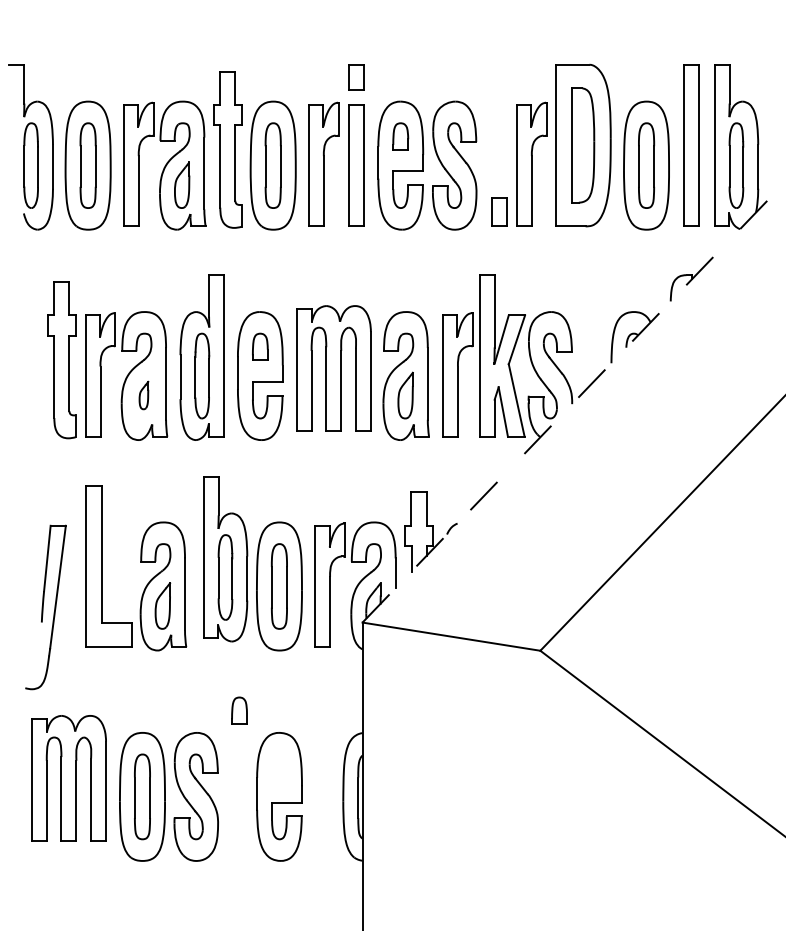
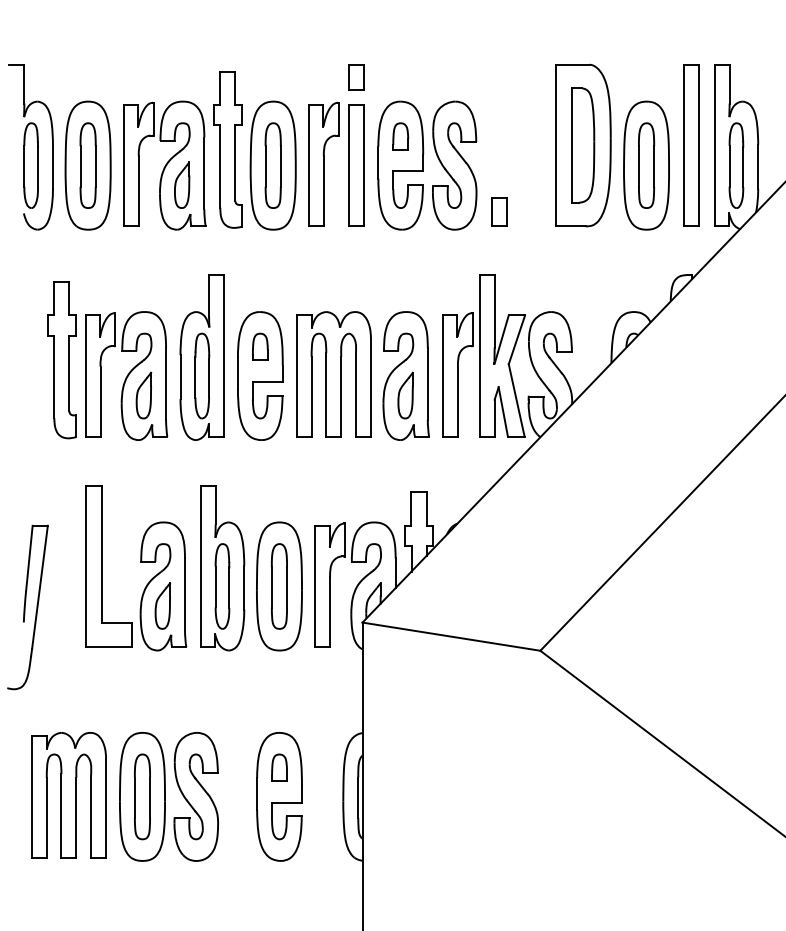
part at (531, 163): present -> none
part at (333, 368) position: (333, 368) -> (333, 374)
part at (143, 395) size: 12x31 px -> 18x49 px
line at (574, 402): dashed -> solid
part at (225, 559) position: (225, 559) -> (222, 568)
part at (45, 607) position: (45, 607) -> (27, 607)
part at (239, 710) position: (239, 710) -> (279, 767)
part at (68, 778) position: (68, 778) -> (68, 795)
